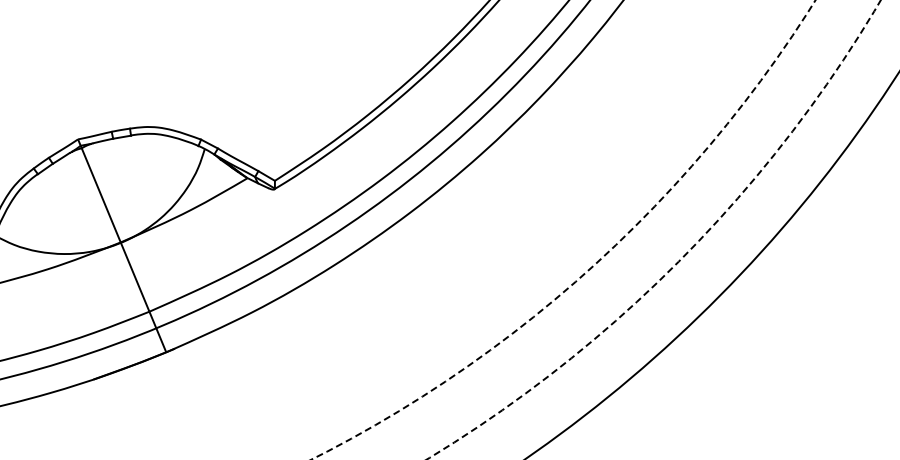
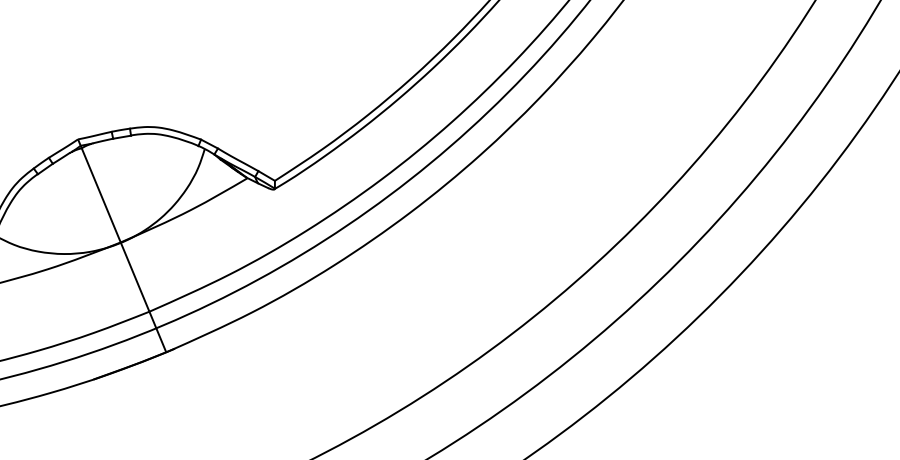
arc at (682, 257): dashed -> solid
arc at (595, 264): dashed -> solid
